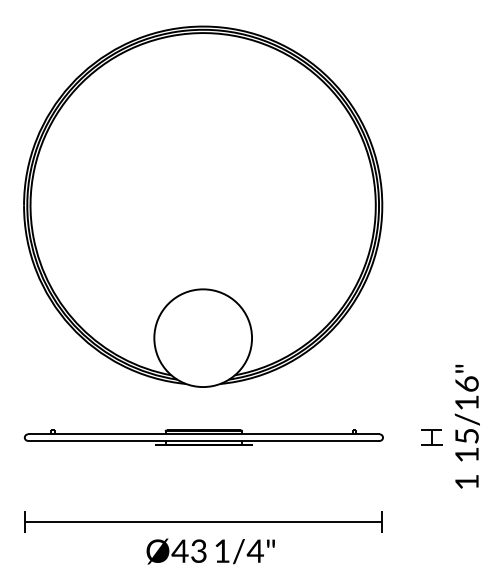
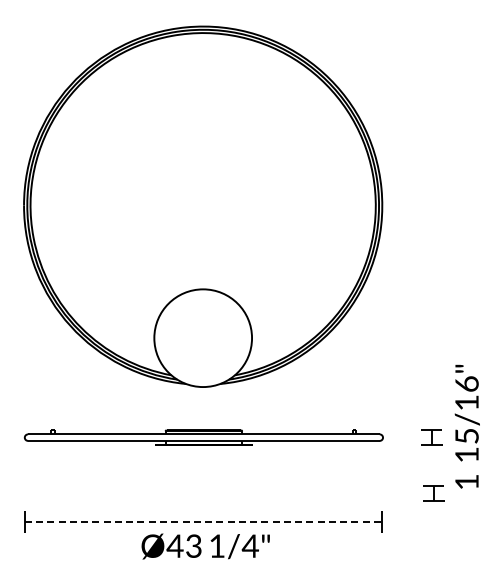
part at (433, 493): none -> present
line at (203, 521): solid -> dashed
text at (210, 551) position: (210, 551) -> (205, 546)
